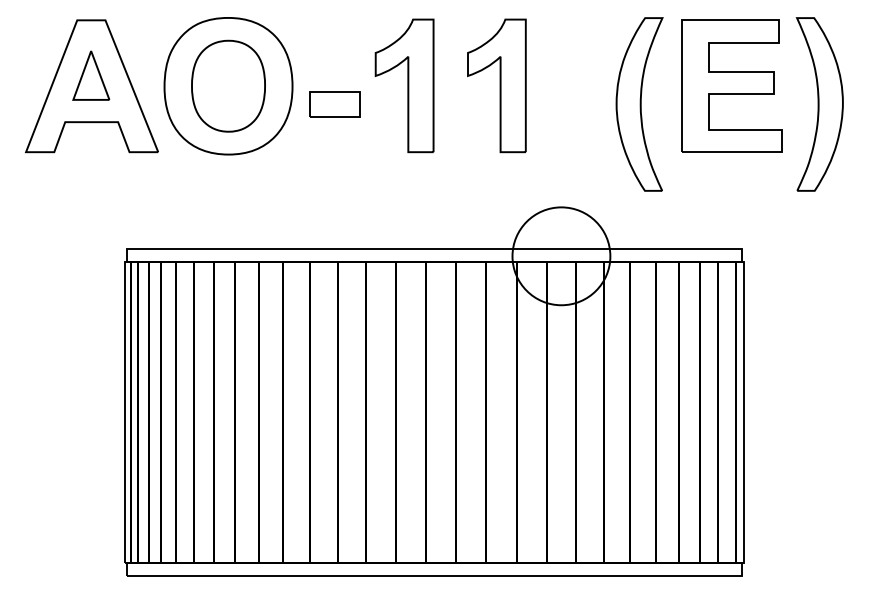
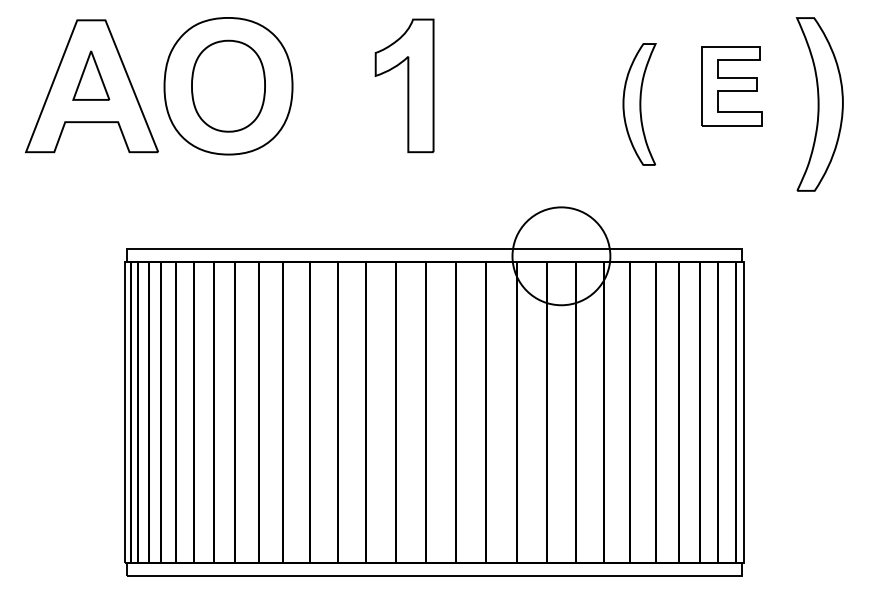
part at (496, 85): present -> none
part at (731, 85) size: 102x134 px -> 62x81 px
part at (334, 104): present -> none
part at (639, 104) size: 49x175 px -> 35x123 px
